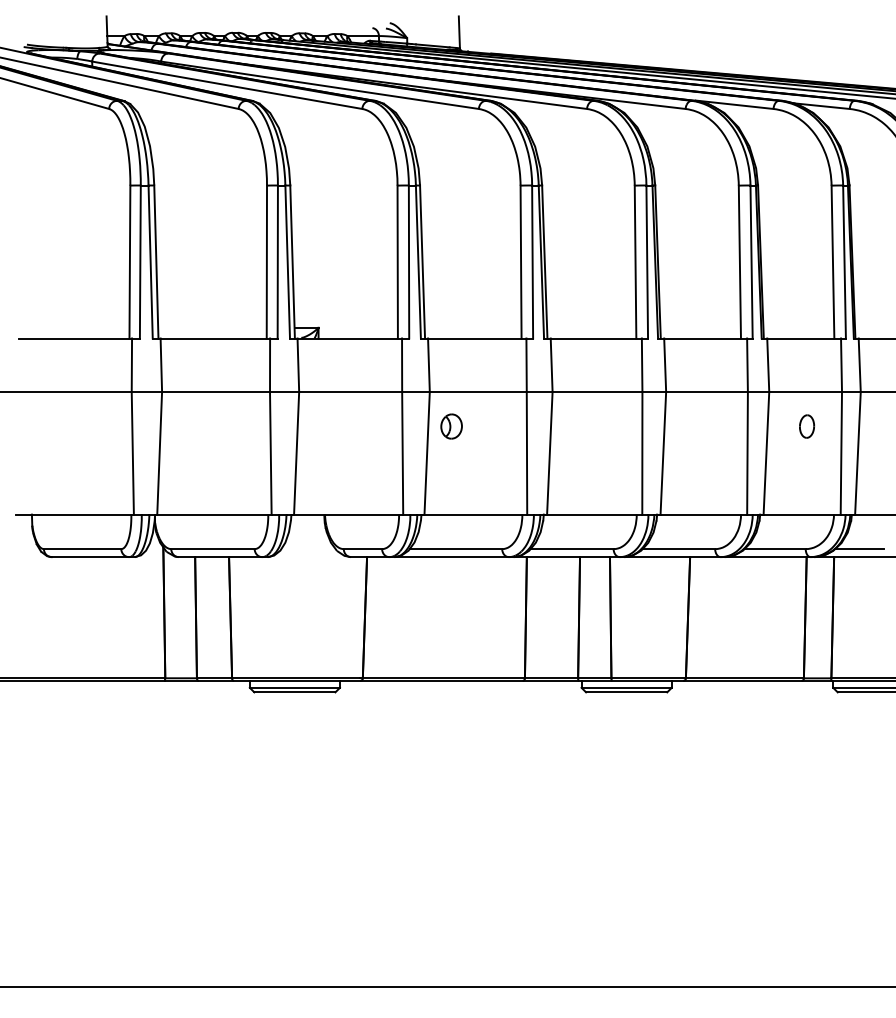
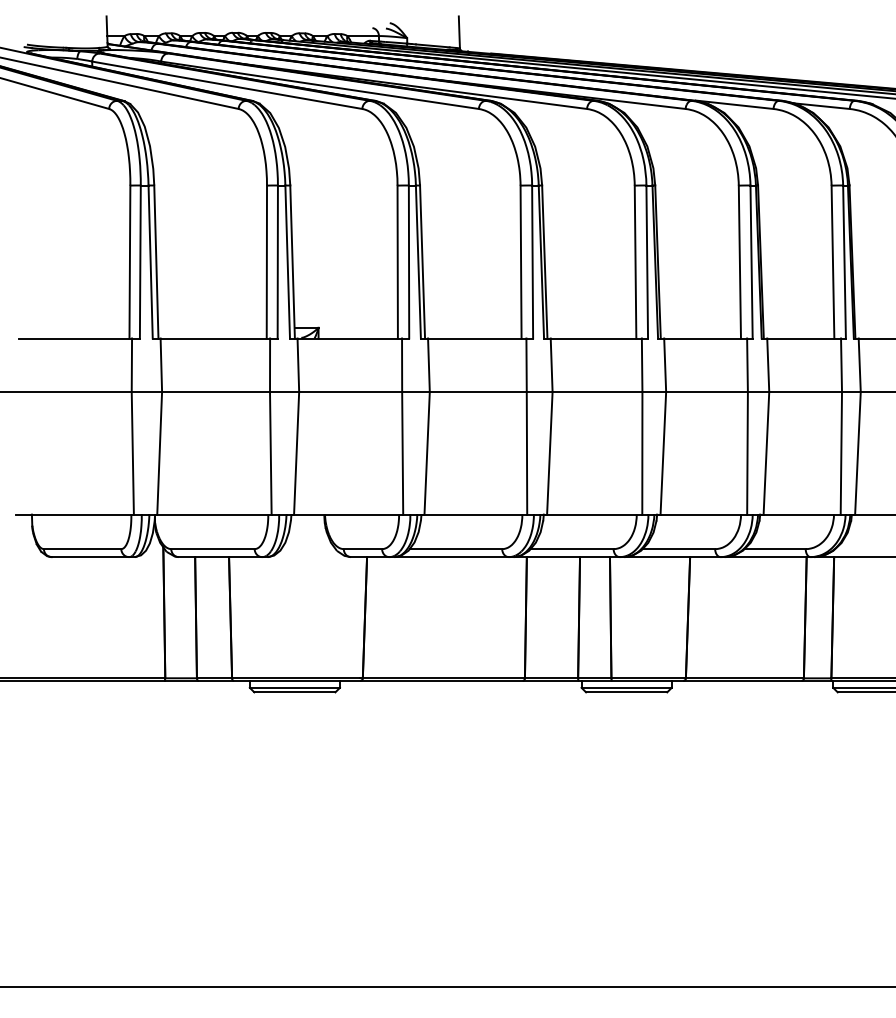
part at (451, 426): present -> none
part at (806, 426): present -> none
line at (859, 549): present -> none
